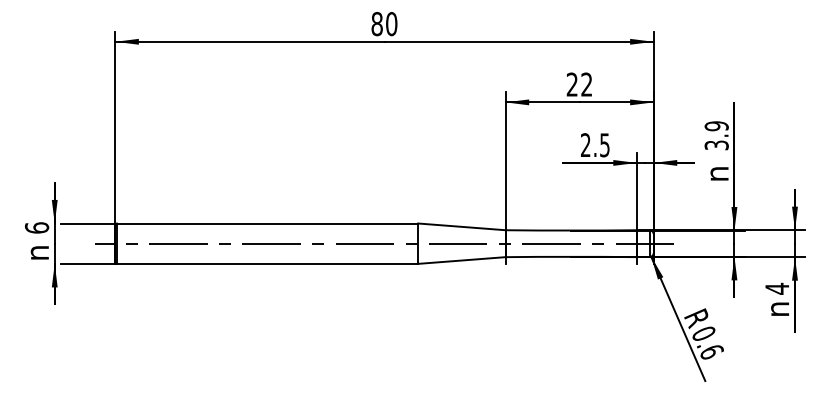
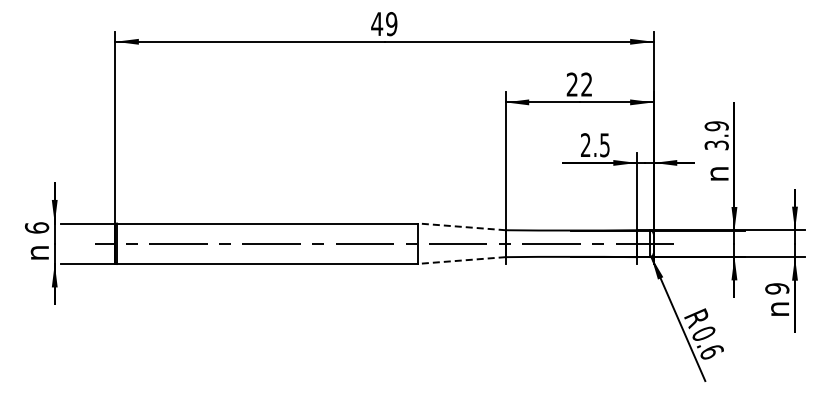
text at (384, 24): 80 -> 49
line at (461, 226): solid -> dashed
line at (461, 260): solid -> dashed
text at (777, 288): 4 -> 9
